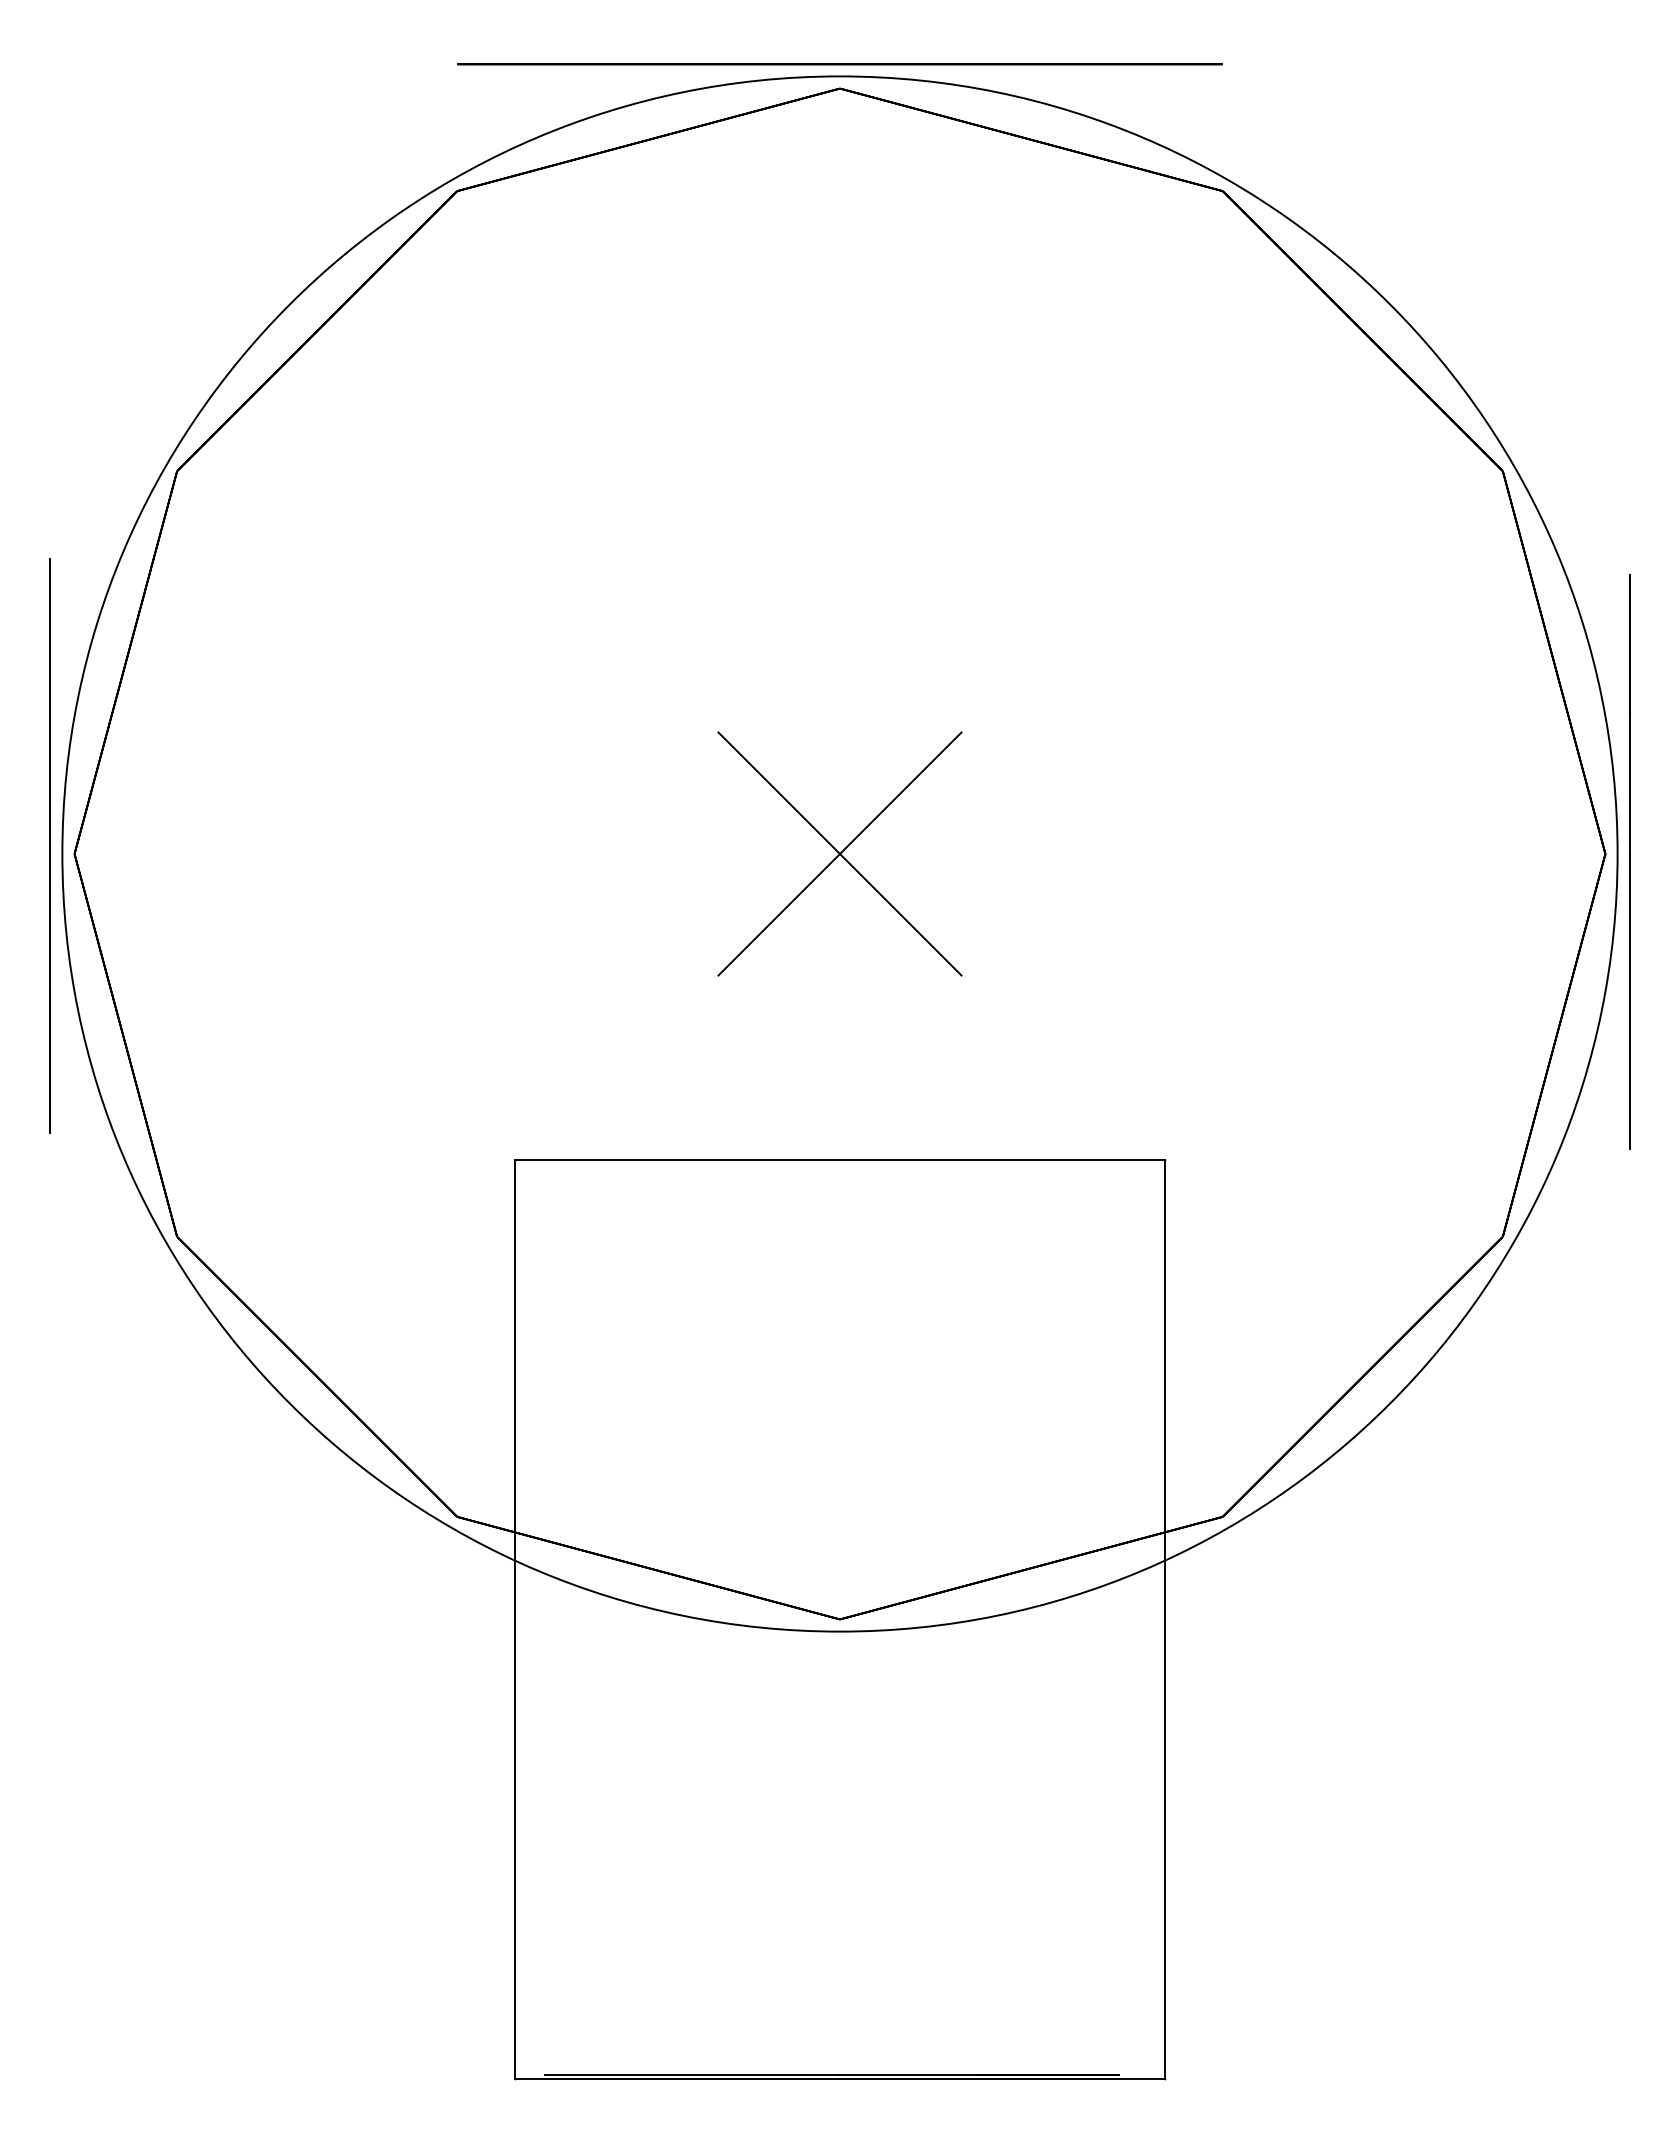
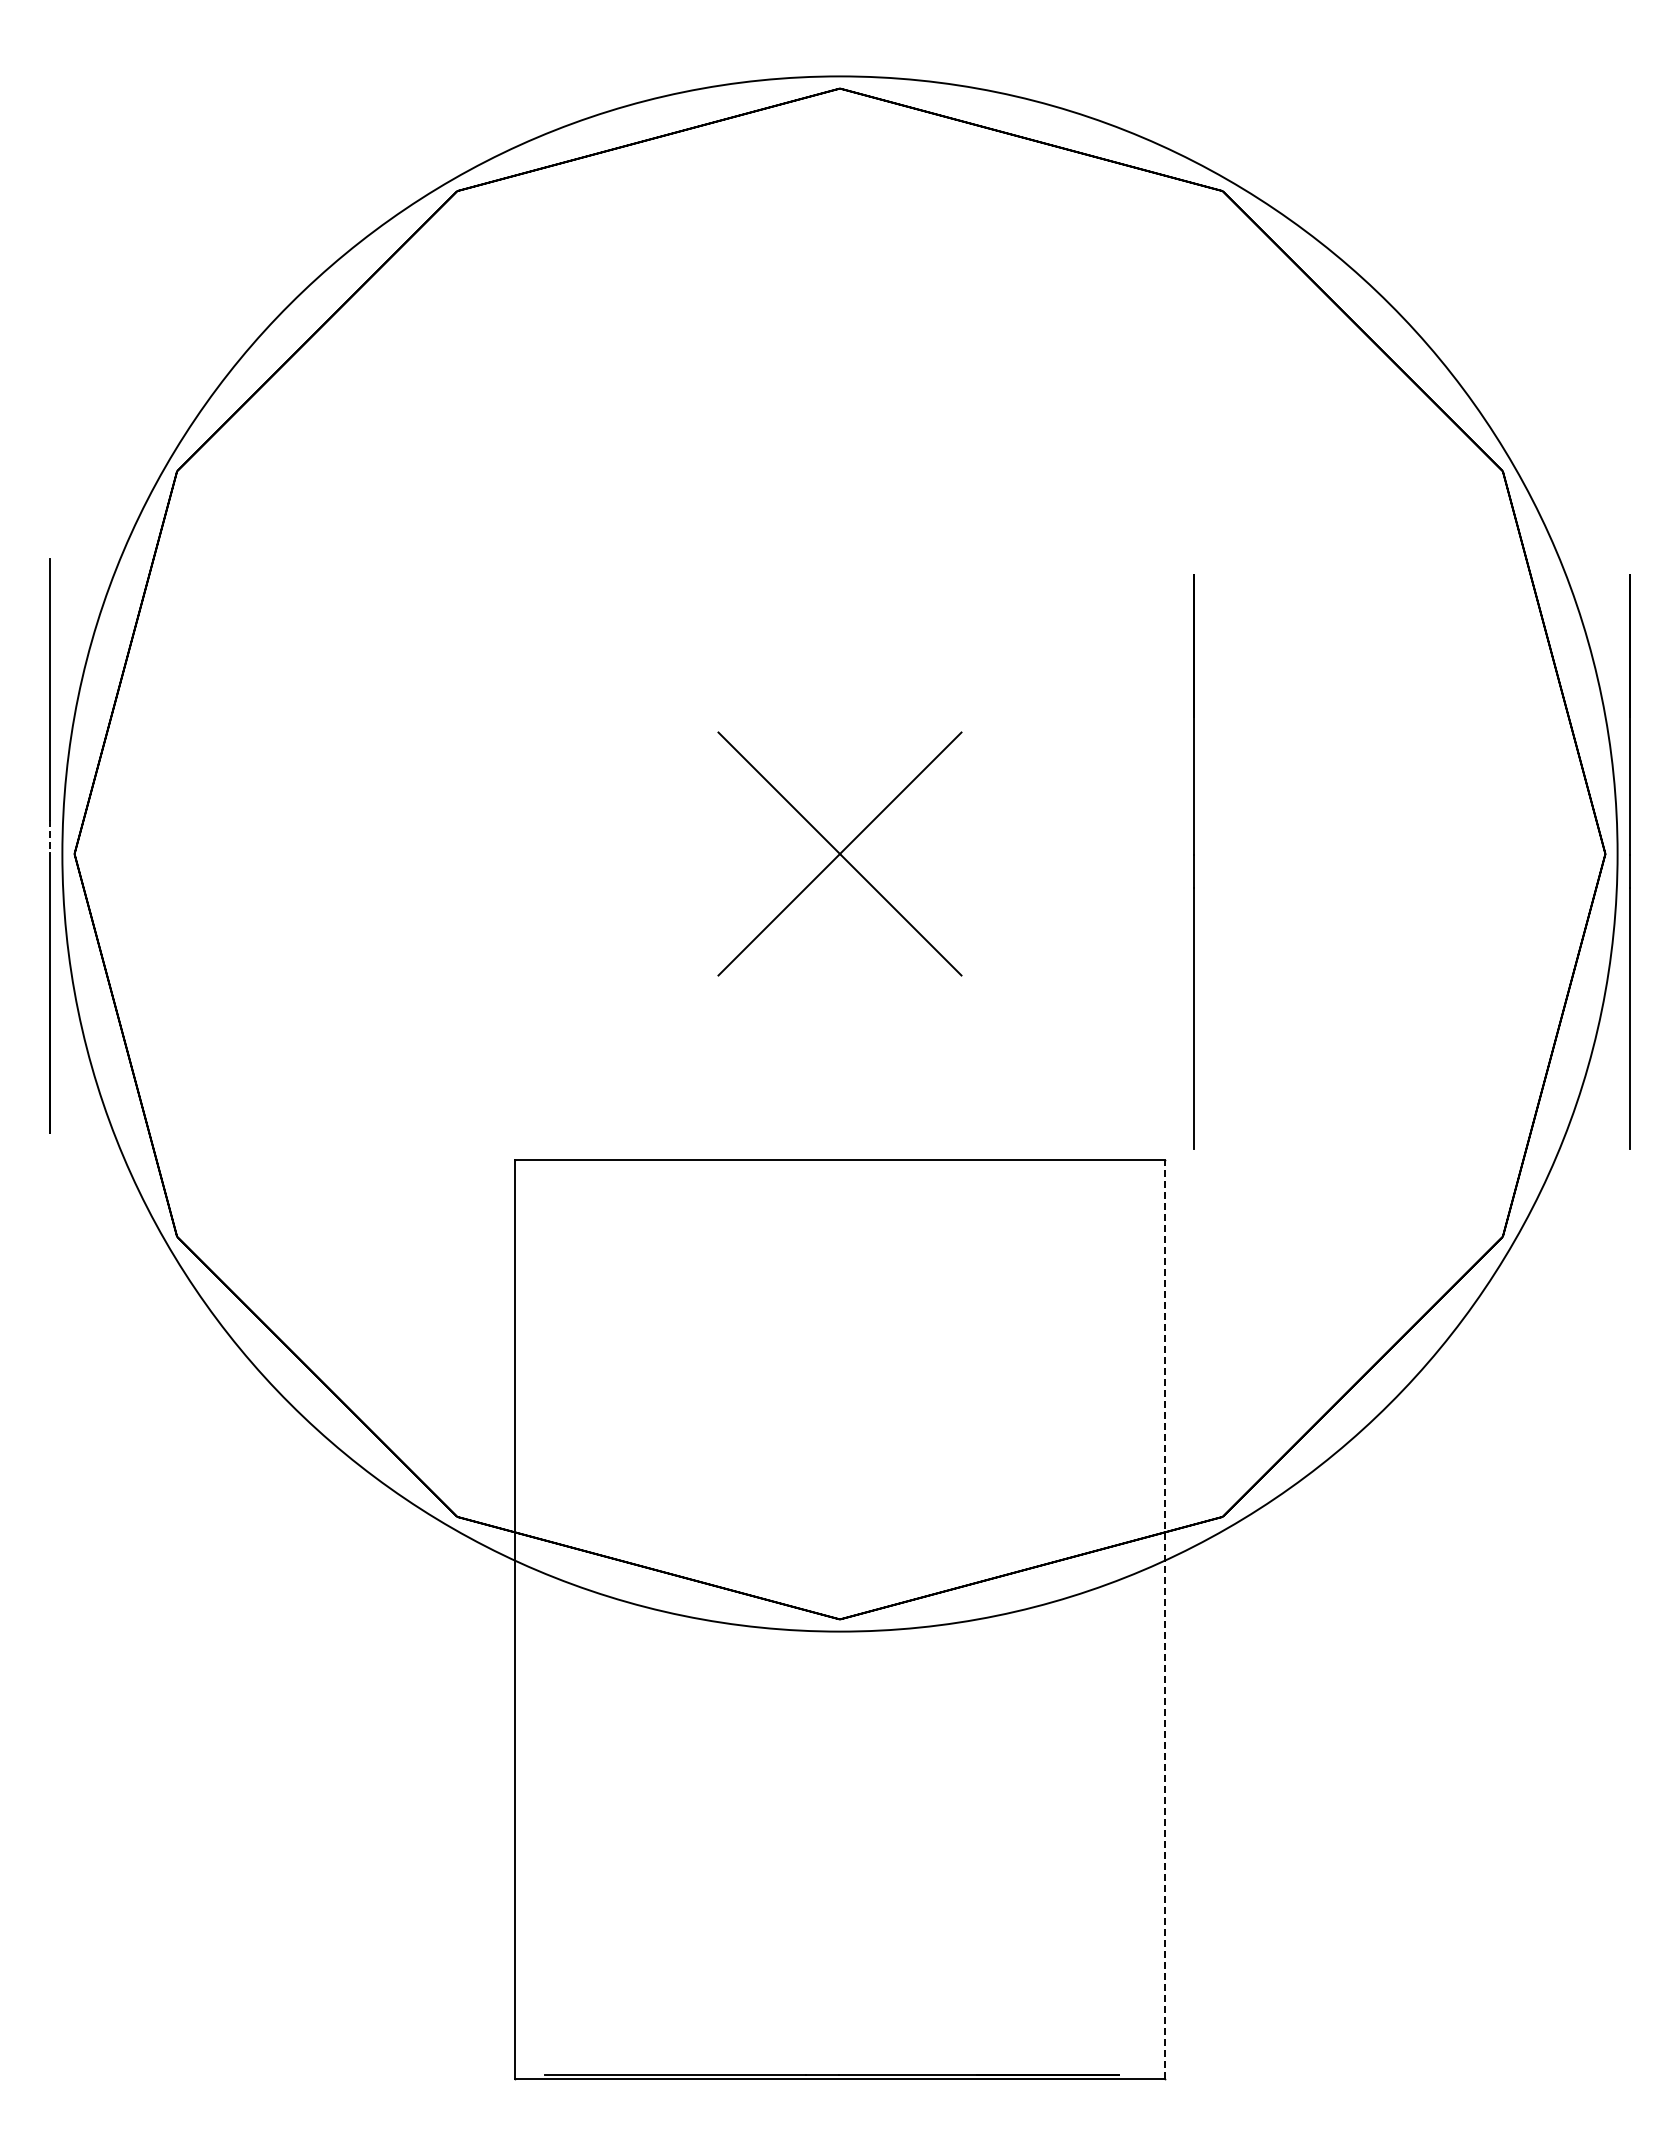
line at (839, 64): present -> none
line at (50, 837): solid -> dashed
line at (1193, 861): none -> present
line at (1165, 1618): solid -> dashed
